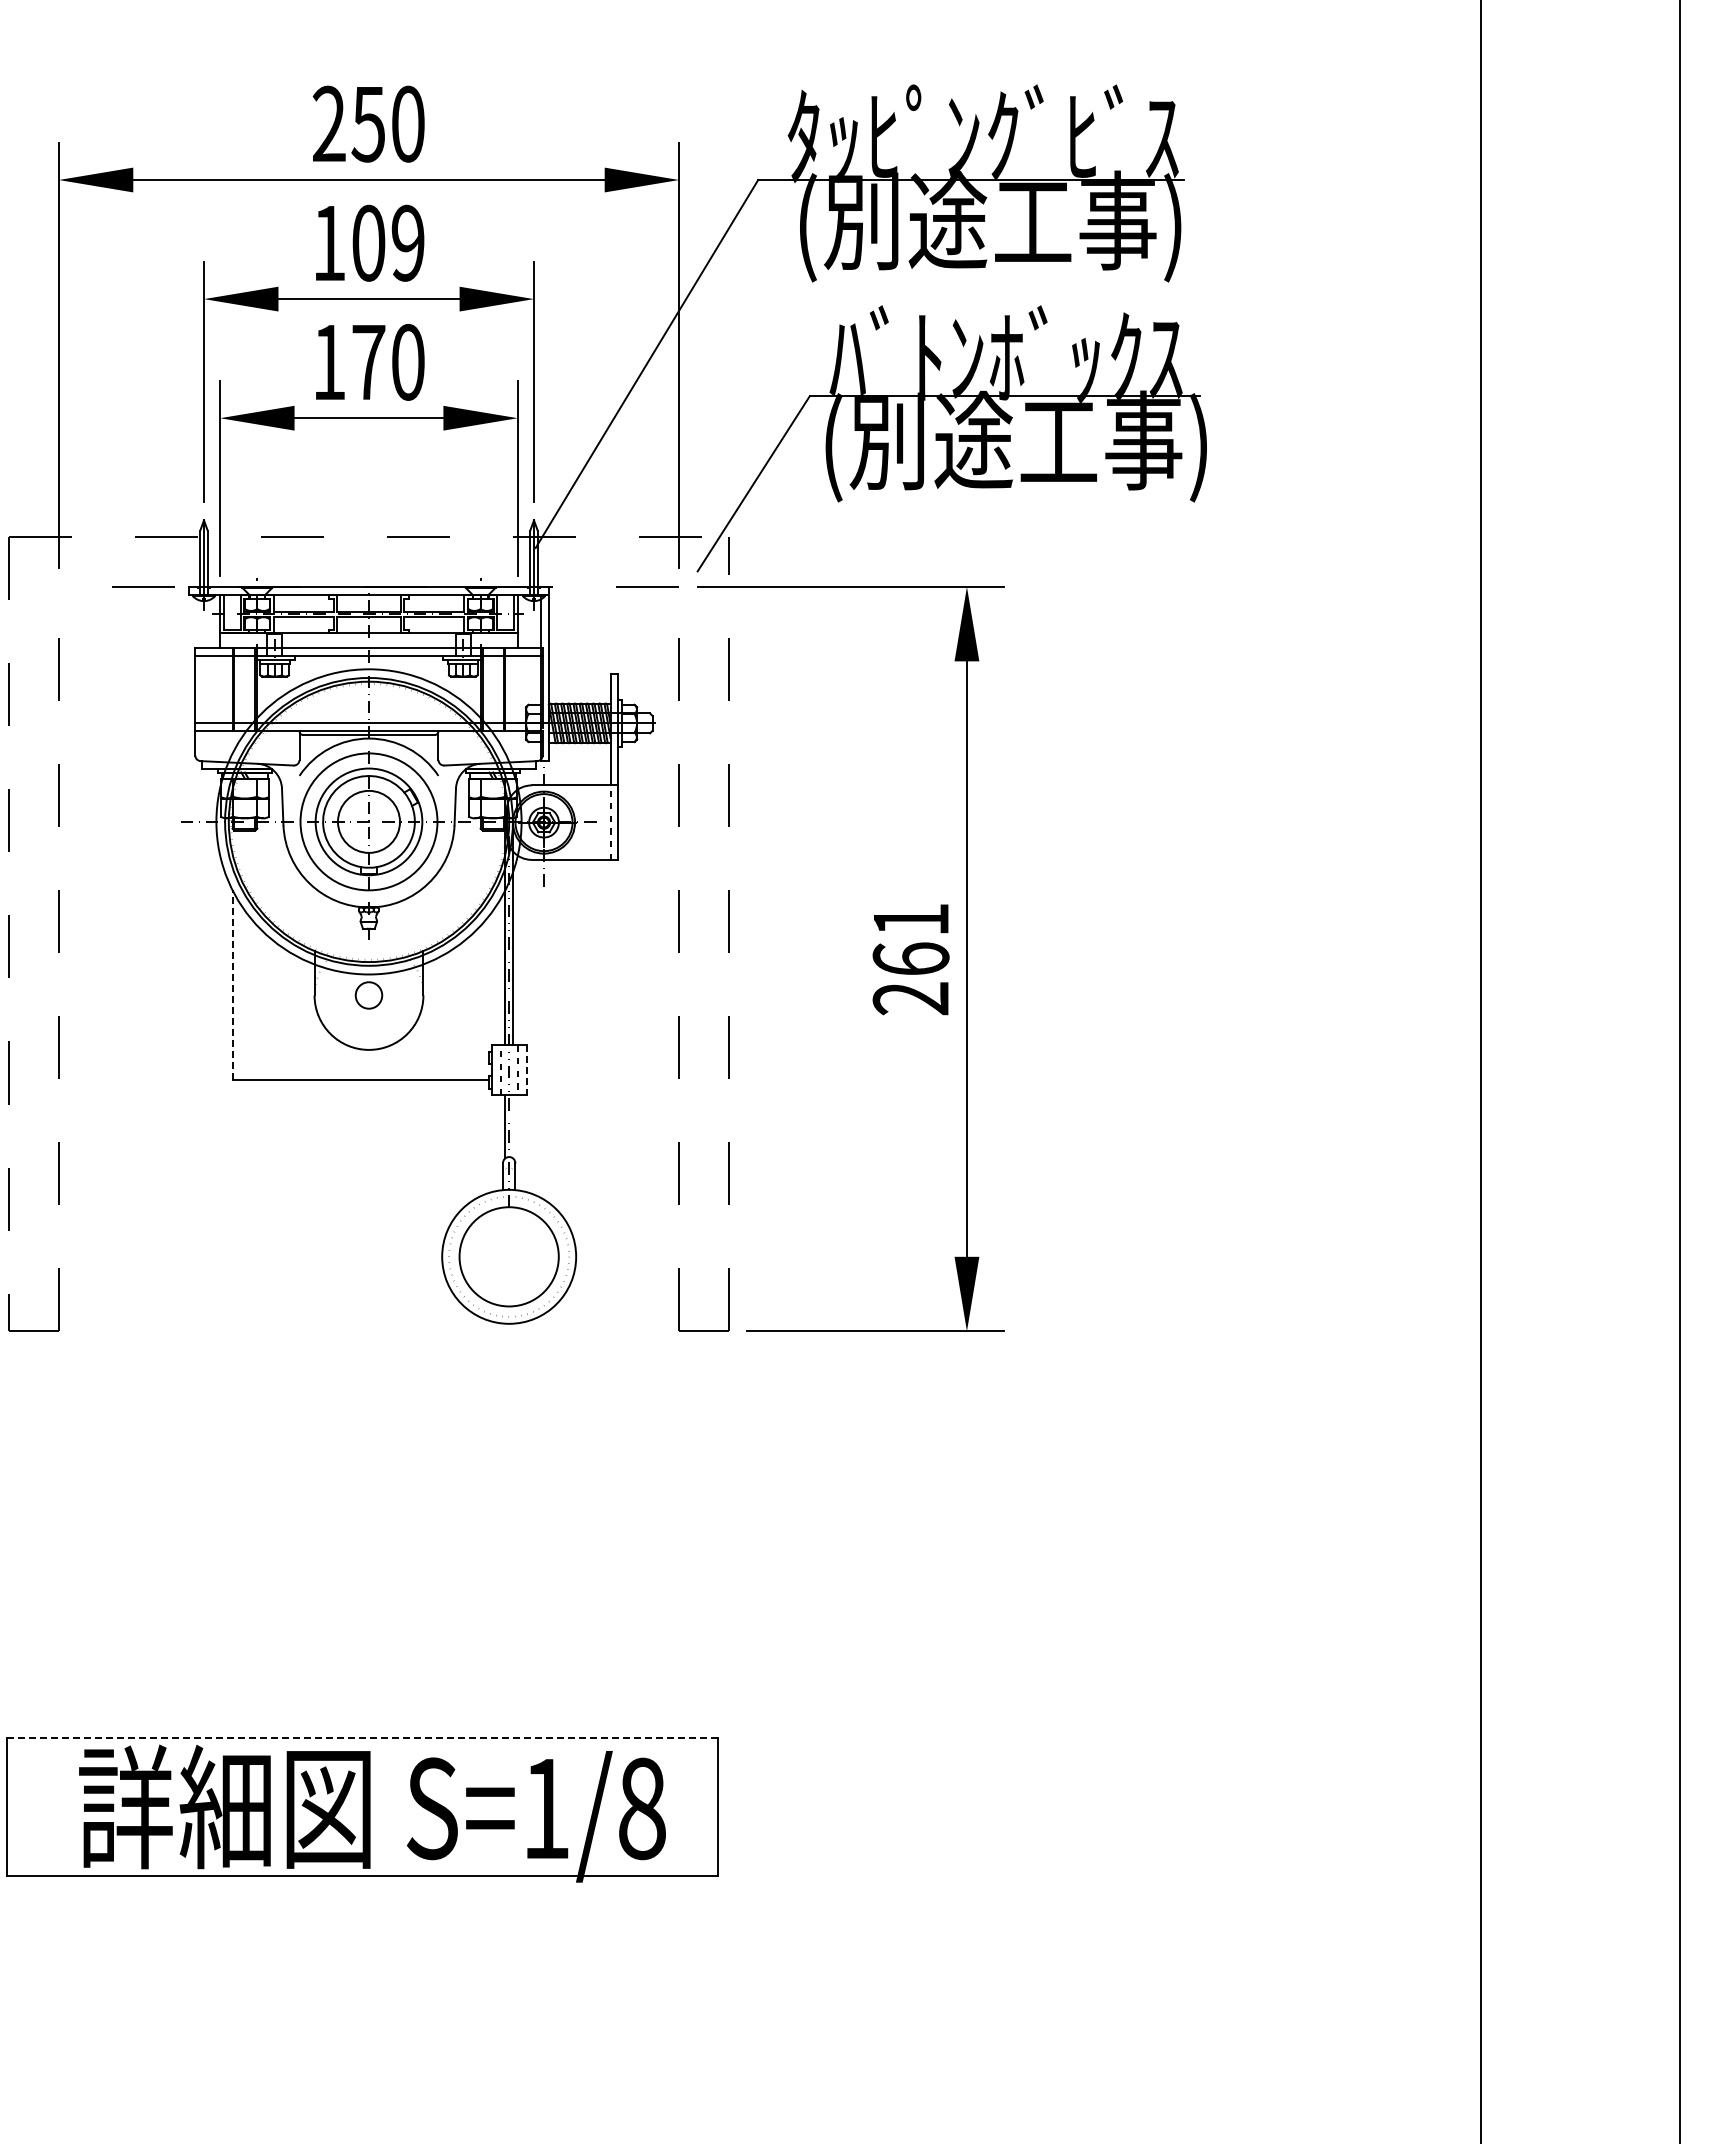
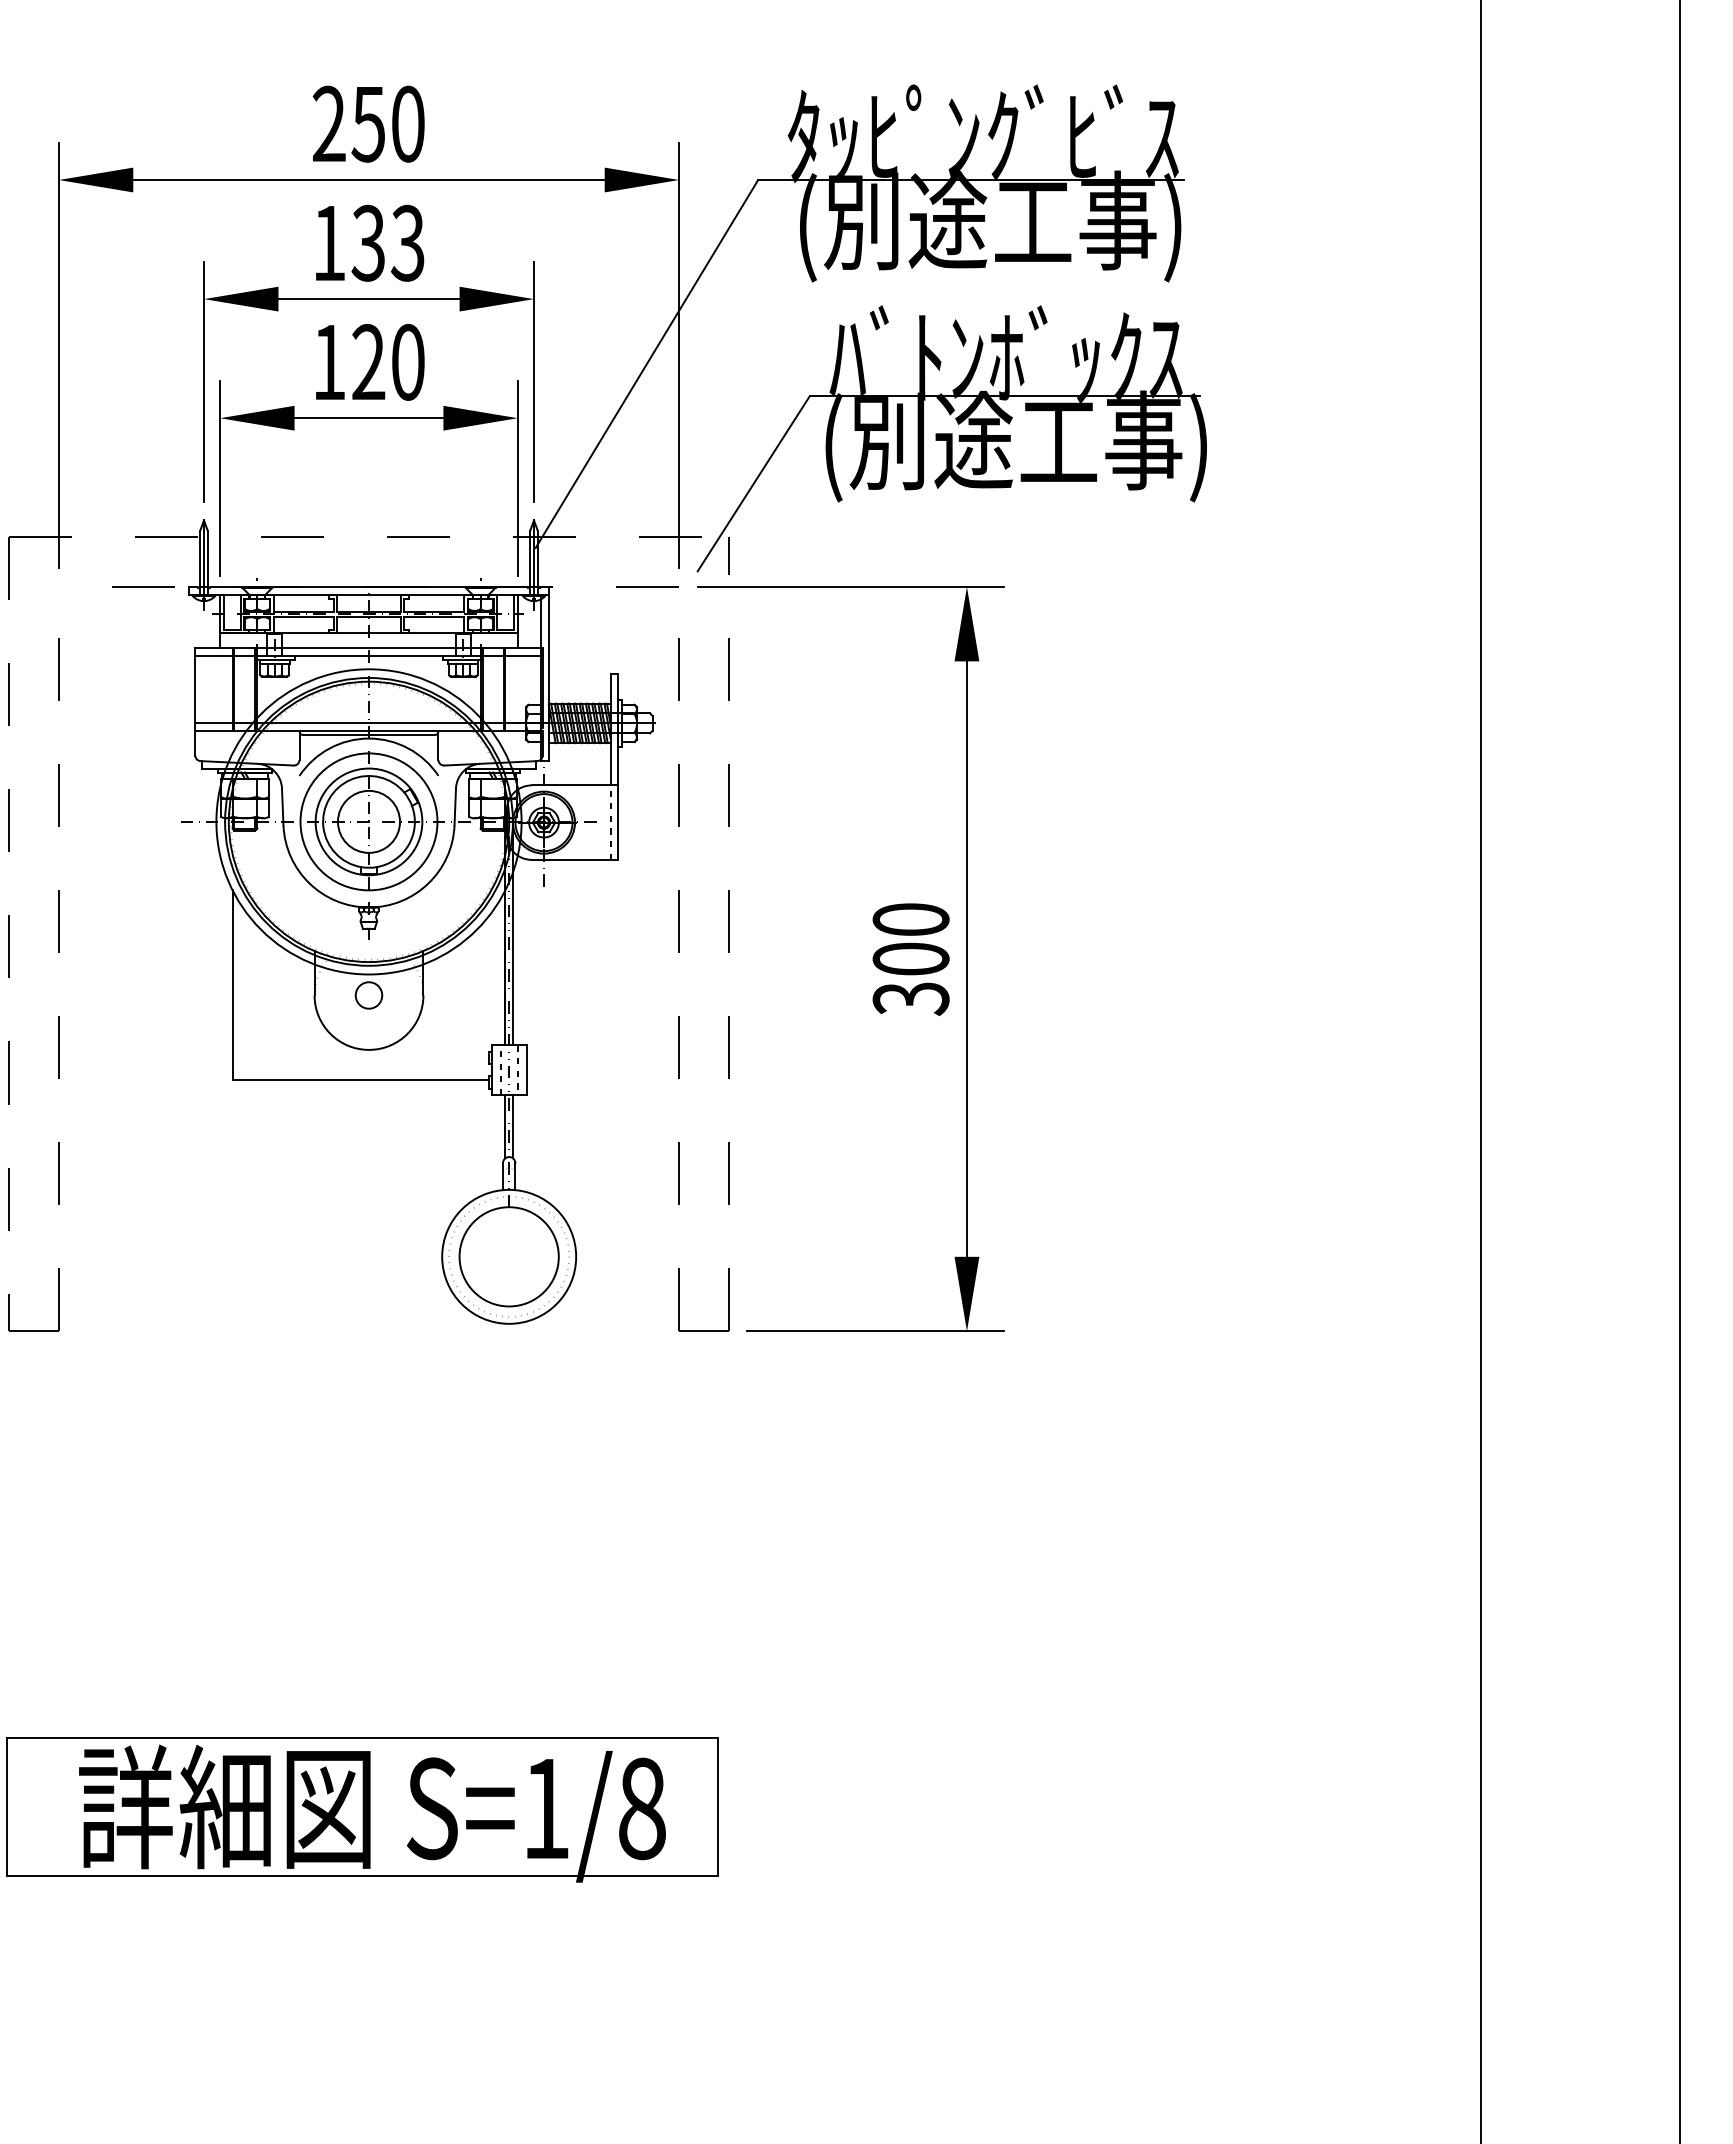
text at (387, 242): 109 -> 133
text at (368, 361): 170 -> 120
text at (910, 959): 261 -> 300
line at (232, 985): dashed -> solid
line at (526, 1070): dashed -> solid
line at (512, 1126): none -> present
line at (362, 1738): dashed -> solid
